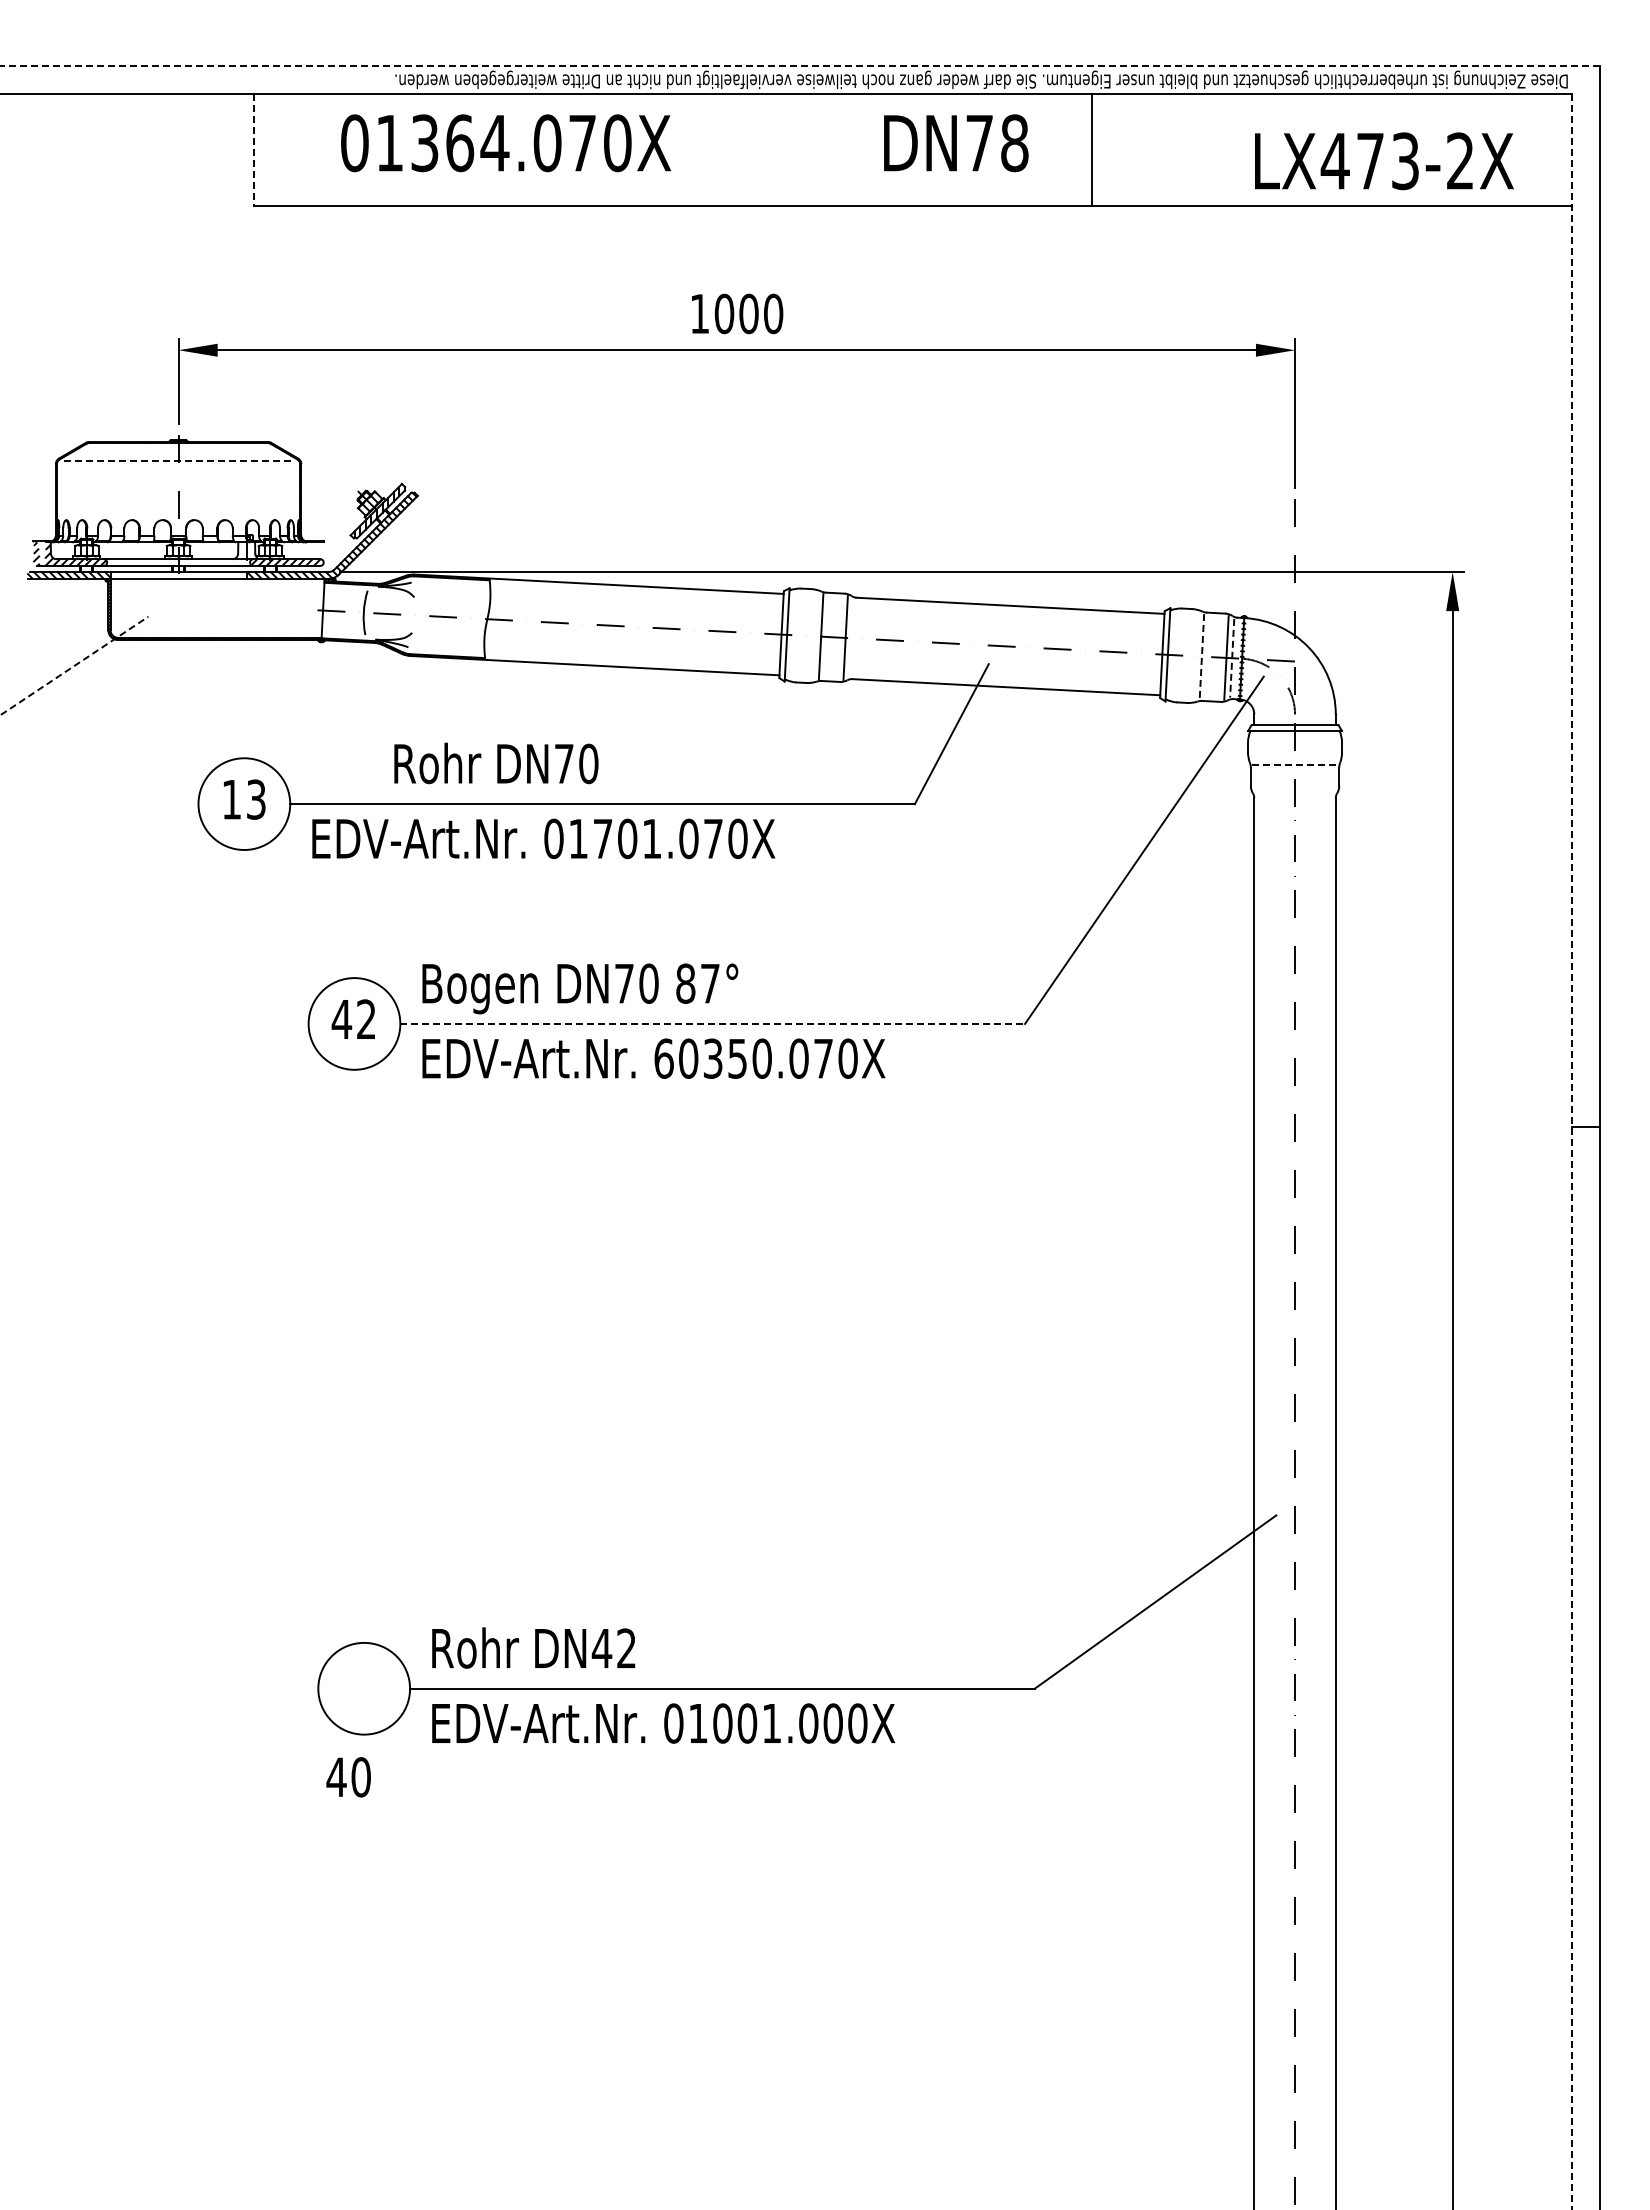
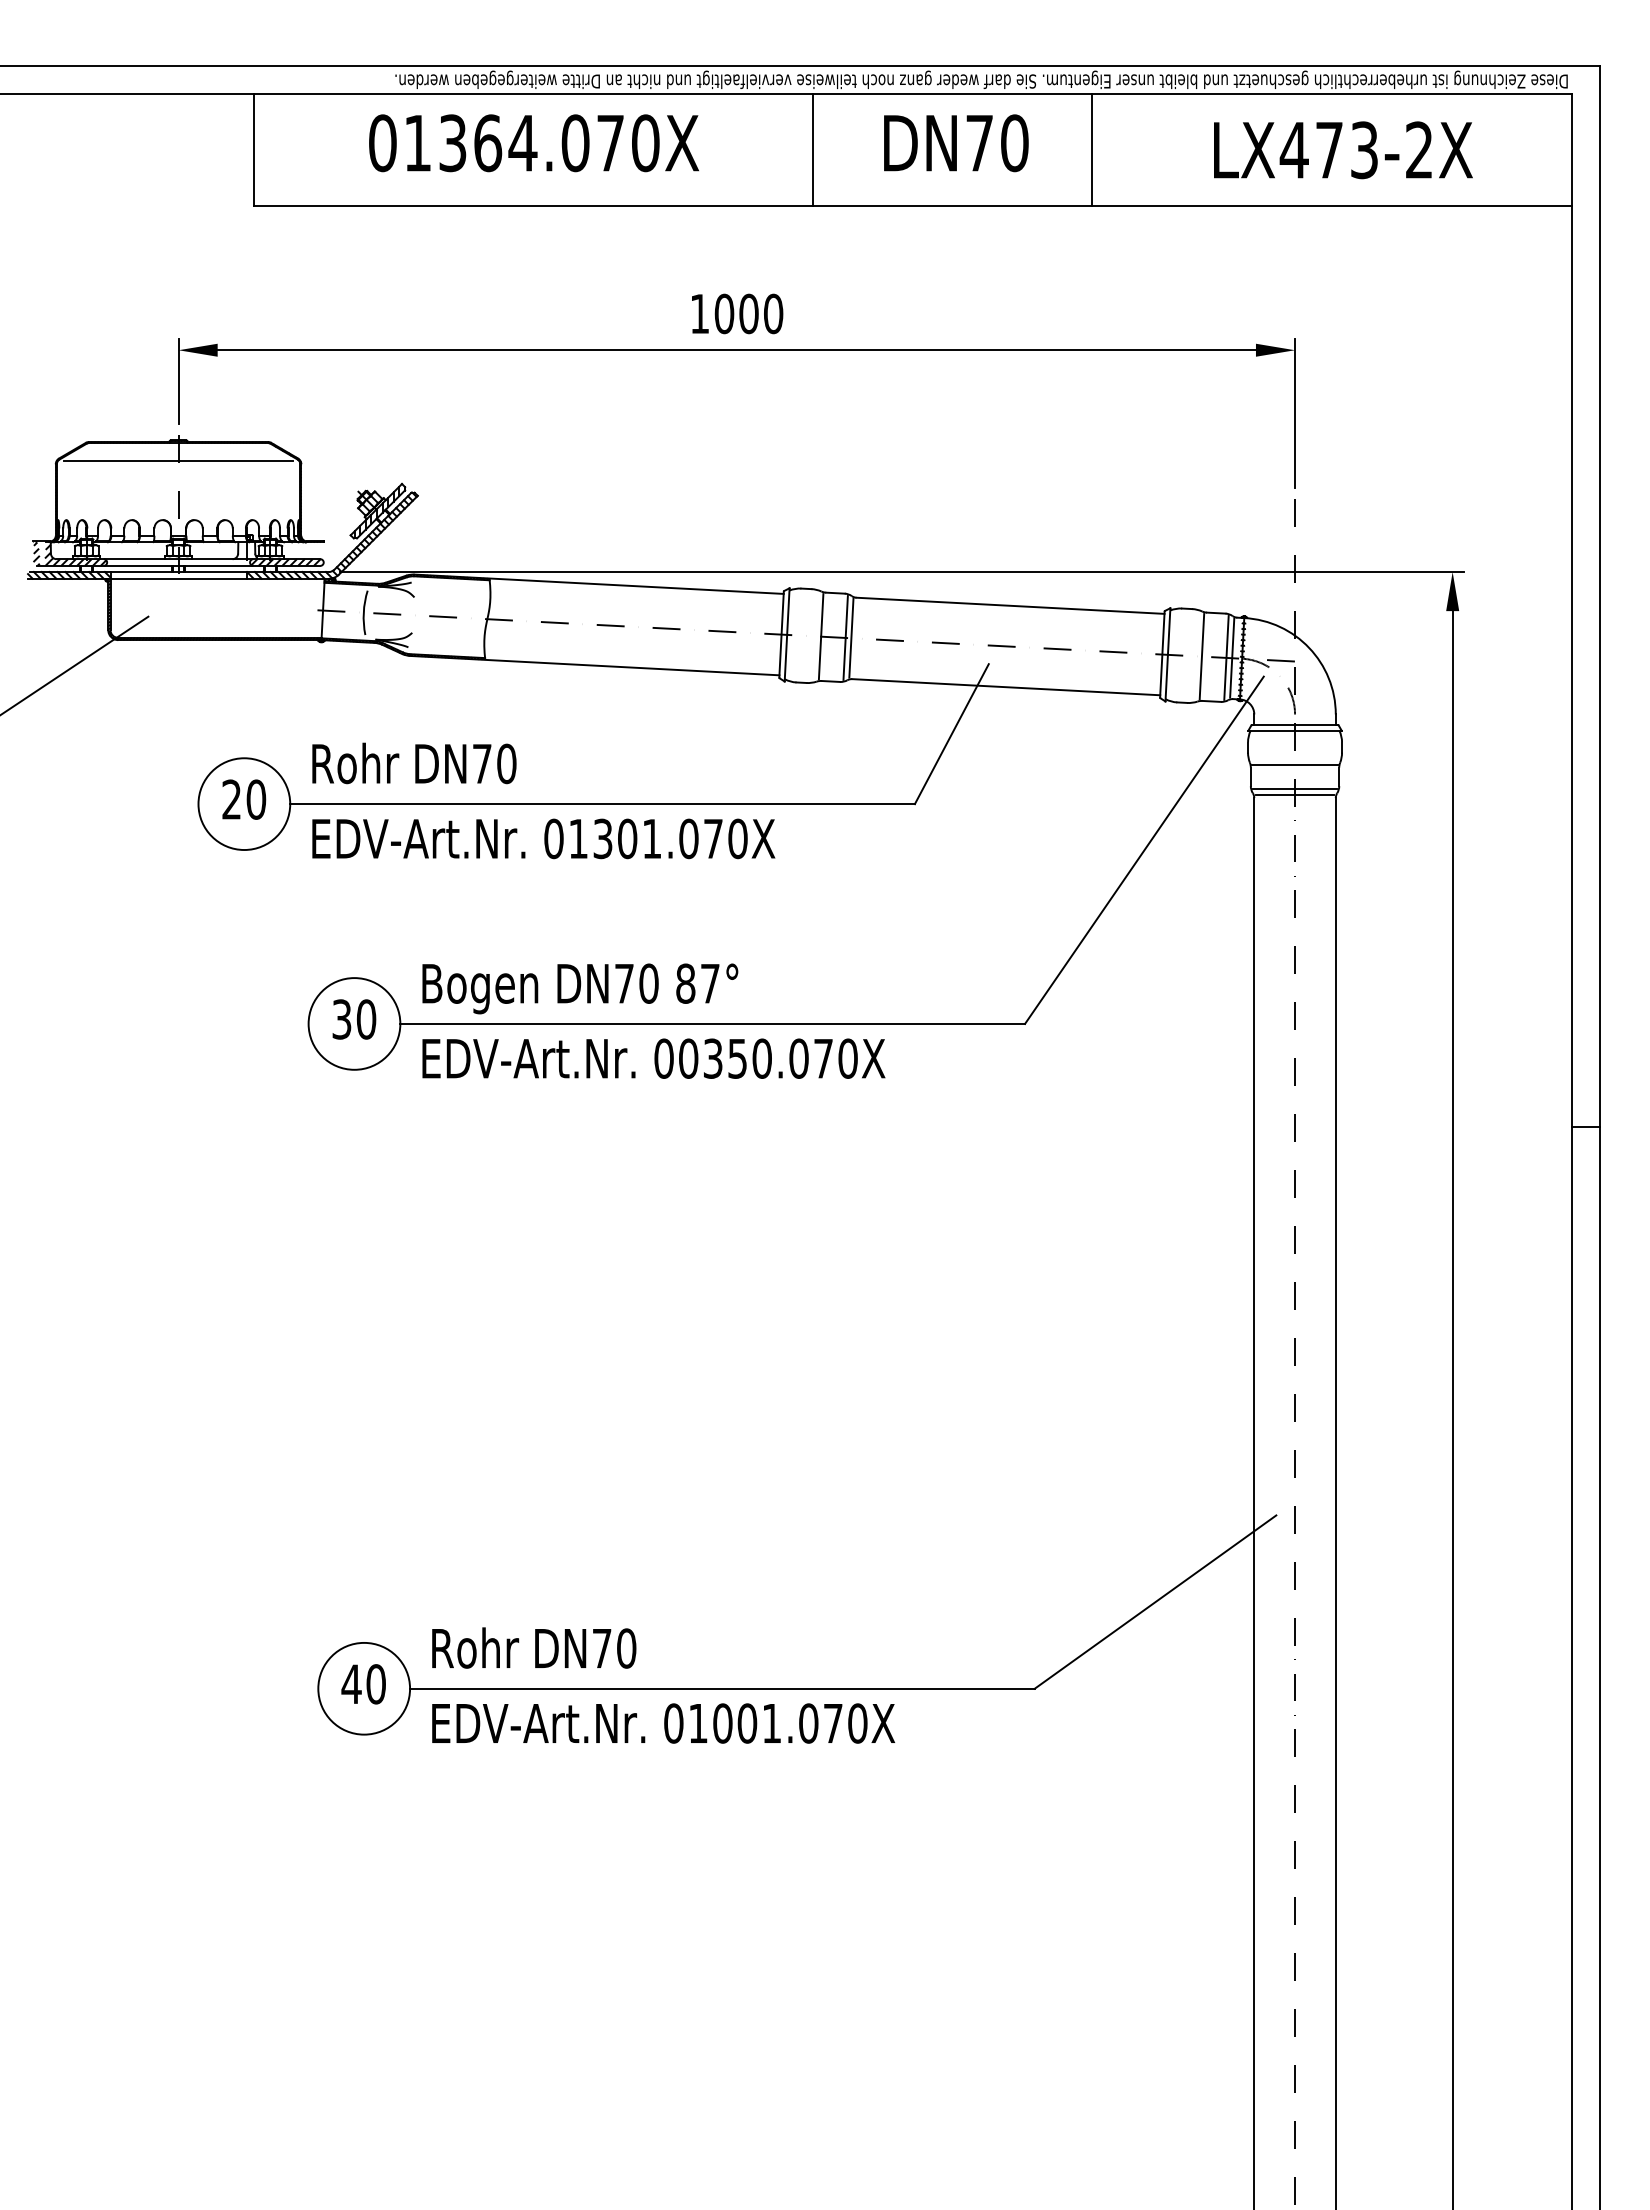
line at (800, 66): dashed -> solid
text at (1014, 142): DN78 -> DN70
text at (505, 143) position: (505, 143) -> (533, 143)
line at (812, 149): none -> present
line at (254, 150): dashed -> solid
text at (1384, 161) position: (1384, 161) -> (1343, 150)
line at (178, 460): dashed -> solid
line at (851, 637): none -> present
line at (1201, 656): dashed -> solid
line at (1232, 658): dashed -> solid
line at (74, 665): dashed -> solid
text at (496, 763) position: (496, 763) -> (414, 763)
line at (1295, 764): dashed -> solid
line at (1295, 789): none -> present
line at (1294, 795): none -> present
text at (244, 799): 13 -> 20
text at (602, 838): 01701.070X -> 01301.070X
text at (353, 1019): 42 -> 30
line at (713, 1023): dashed -> solid
text at (663, 1058): 60350.070X -> 00350.070X
line at (1572, 1152): dashed -> solid
text at (613, 1648): DN42 -> DN70
text at (832, 1723): 01001.000X -> 01001.070X
text at (348, 1777) position: (348, 1777) -> (363, 1684)
